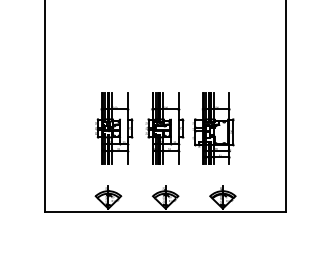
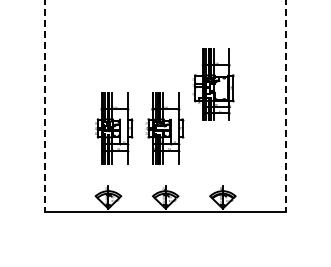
line at (45, 105): solid -> dashed
line at (285, 105): solid -> dashed
part at (213, 128) position: (213, 128) -> (213, 84)
